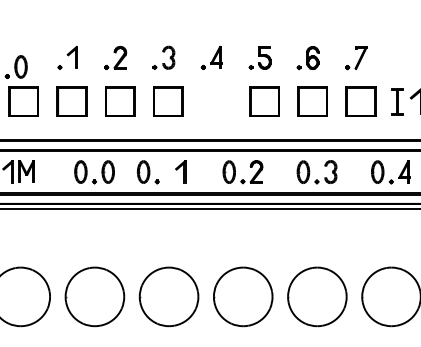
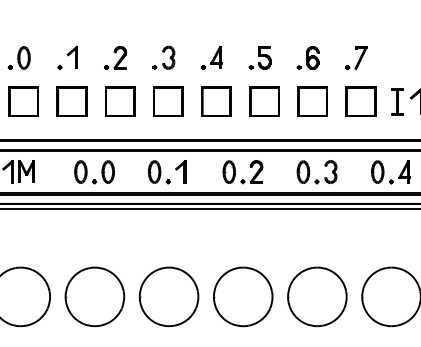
part at (15, 66) position: (15, 66) -> (18, 57)
part at (216, 101): none -> present
part at (148, 172) position: (148, 172) -> (159, 172)
